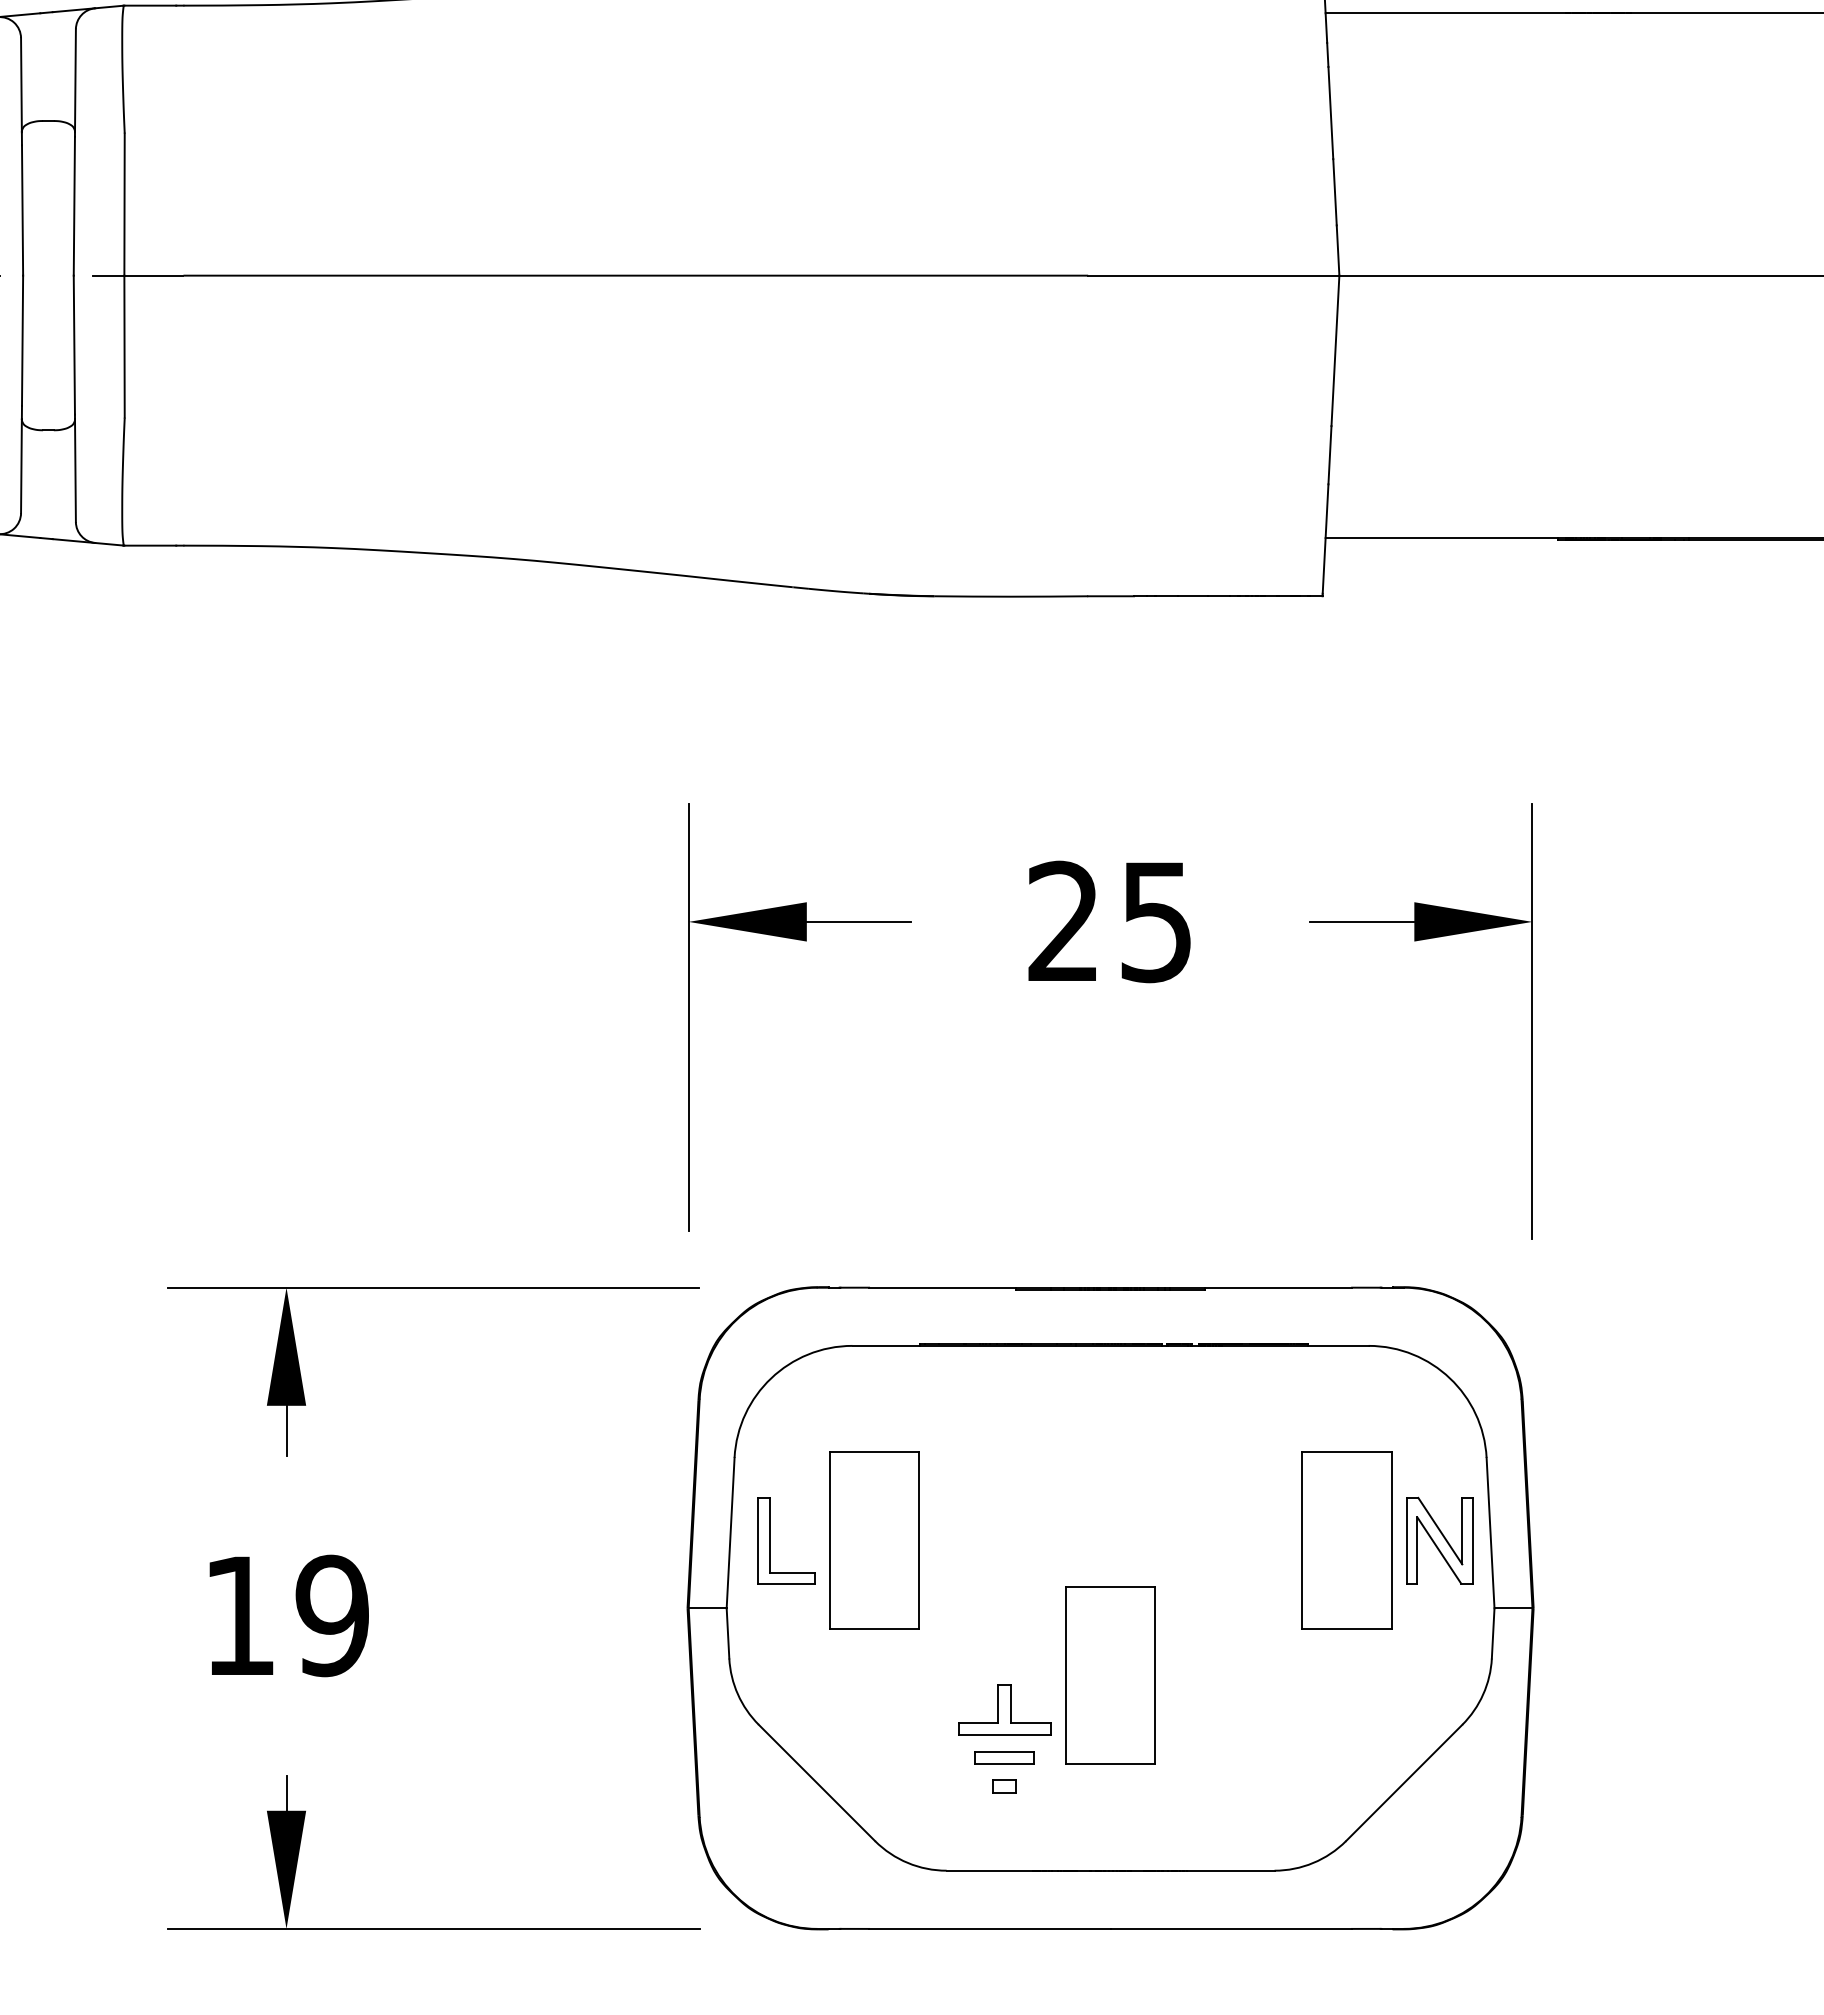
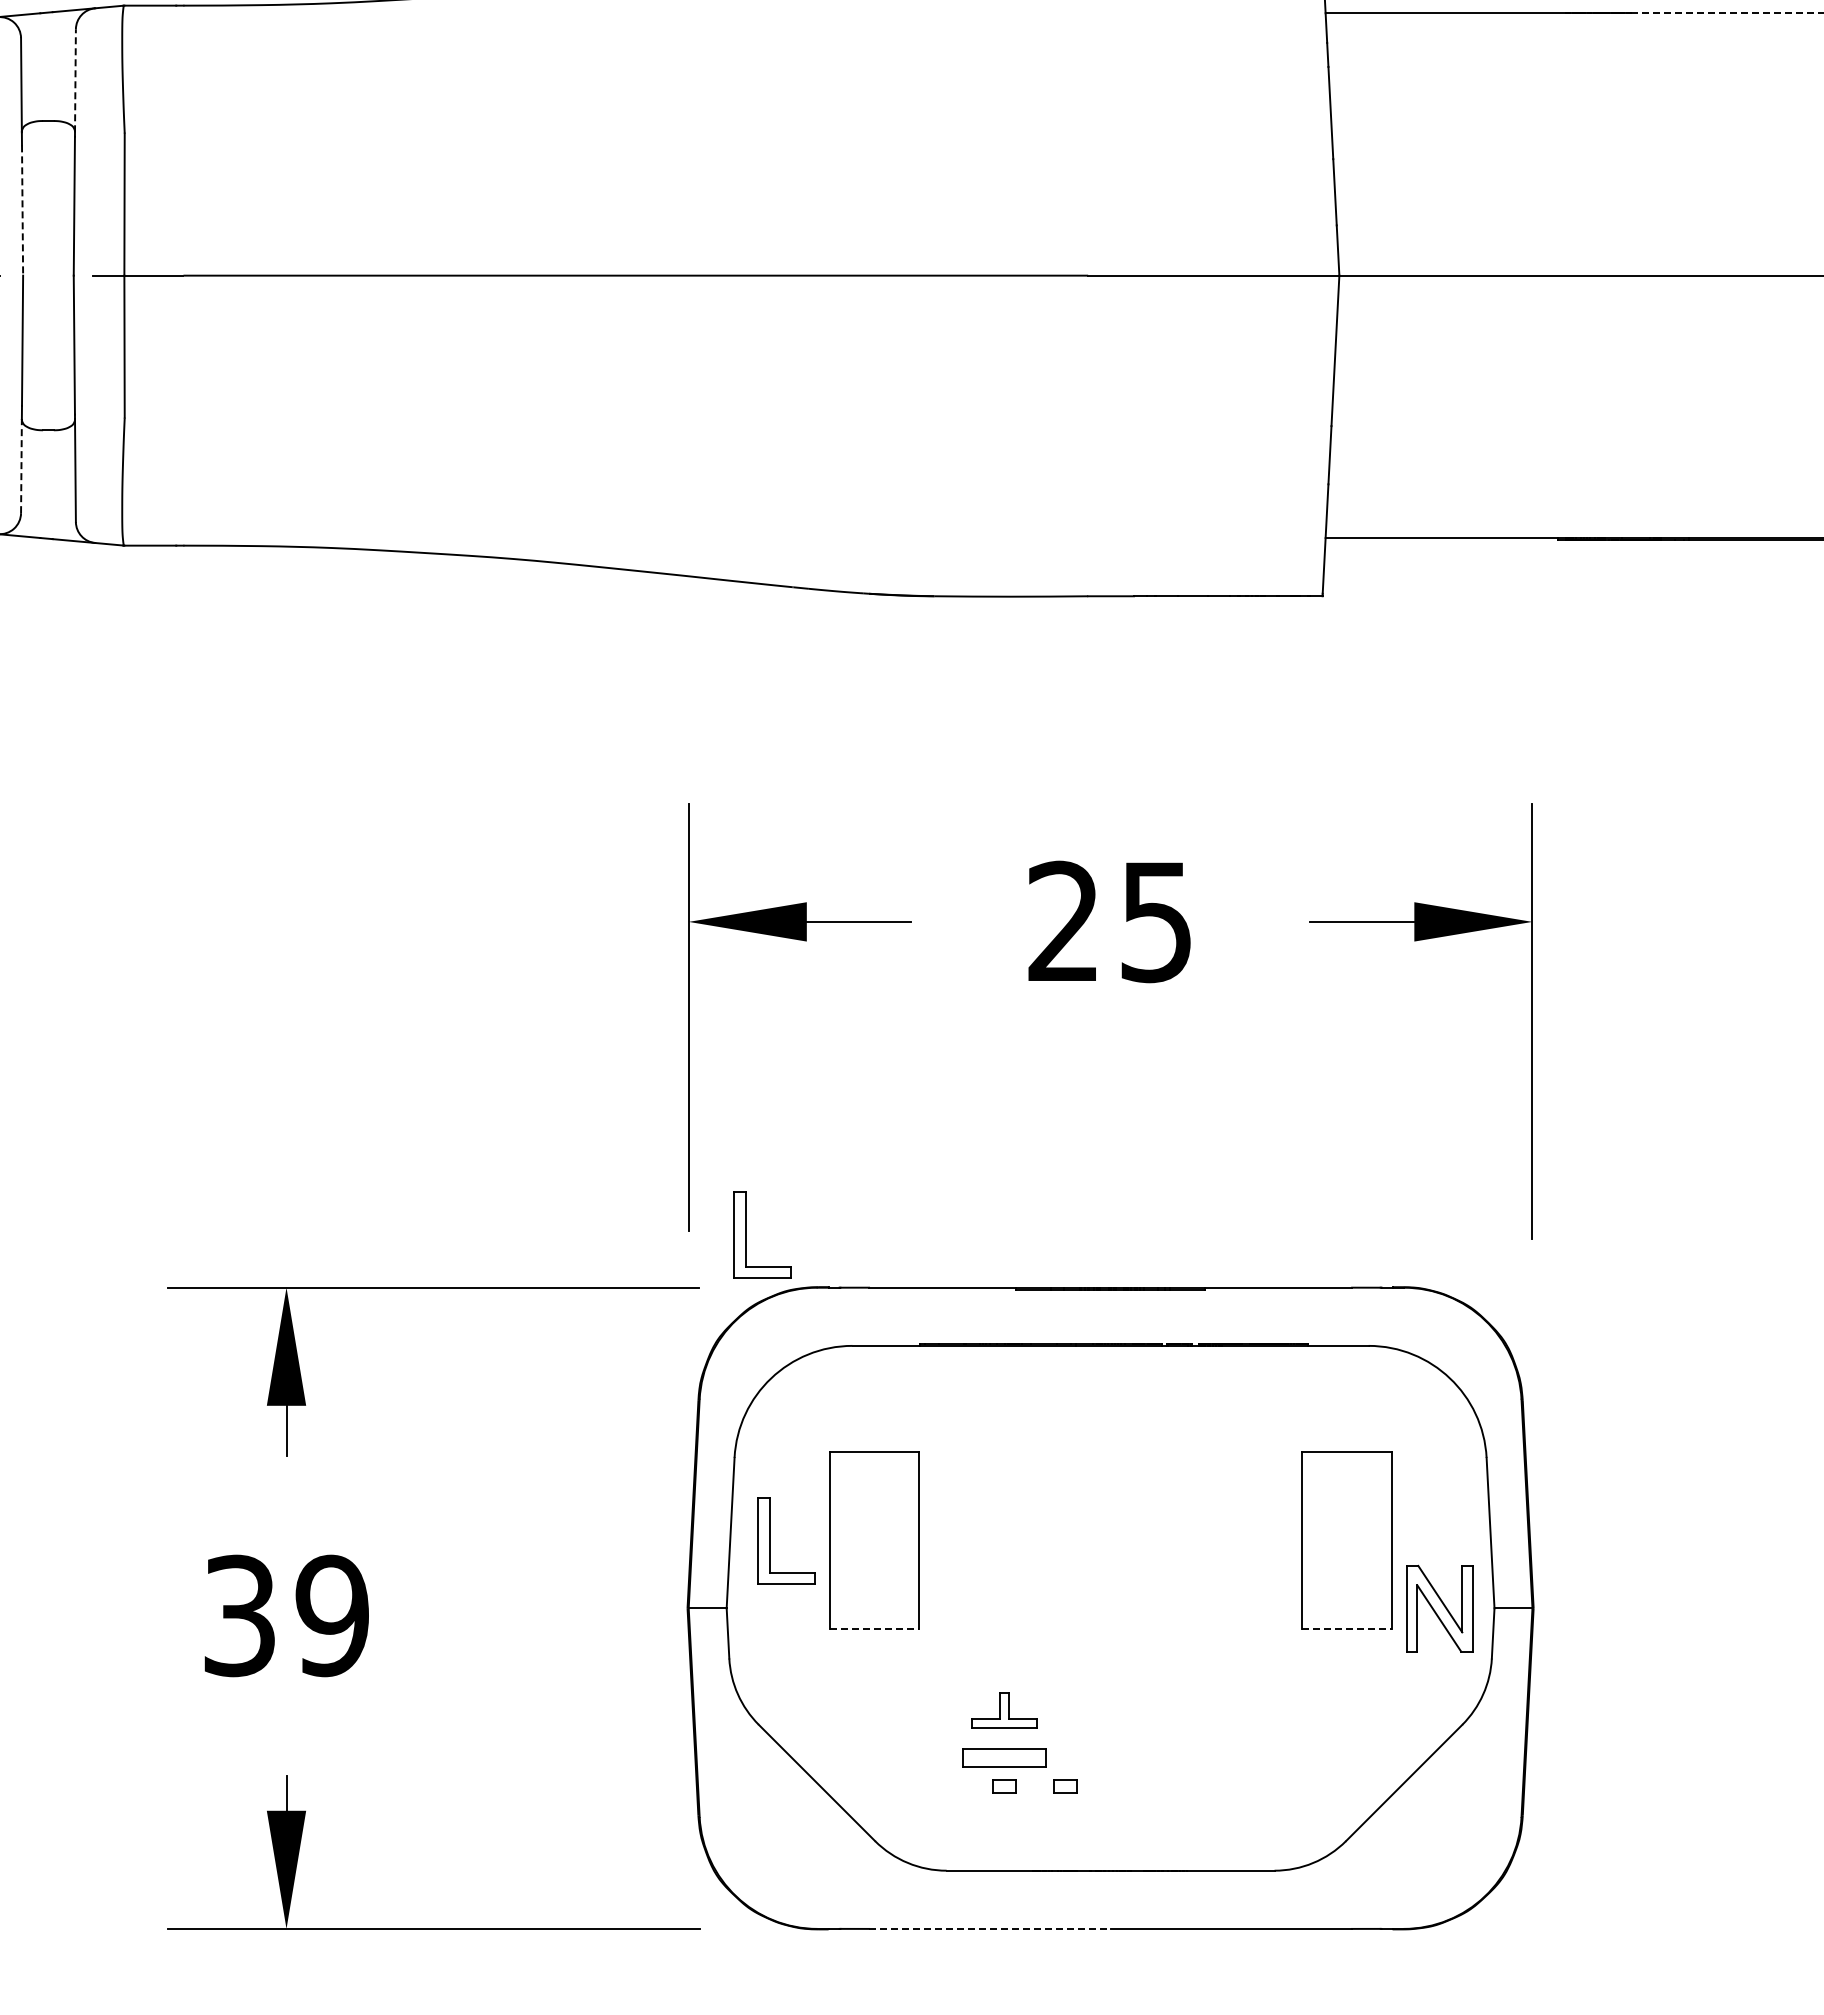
line at (1727, 13): solid -> dashed
line at (75, 80): solid -> dashed
line at (22, 211): solid -> dashed
line at (21, 465): solid -> dashed
part at (746, 1234): none -> present
part at (1439, 1540) position: (1439, 1540) -> (1439, 1608)
text at (239, 1615): 19 -> 39
line at (874, 1629): solid -> dashed
line at (1346, 1629): solid -> dashed
part at (1110, 1675): present -> none
part at (1004, 1709) size: 94x52 px -> 67x37 px
part at (1004, 1757) size: 61x14 px -> 85x20 px
part at (1065, 1786): none -> present
line at (989, 1928): solid -> dashed
